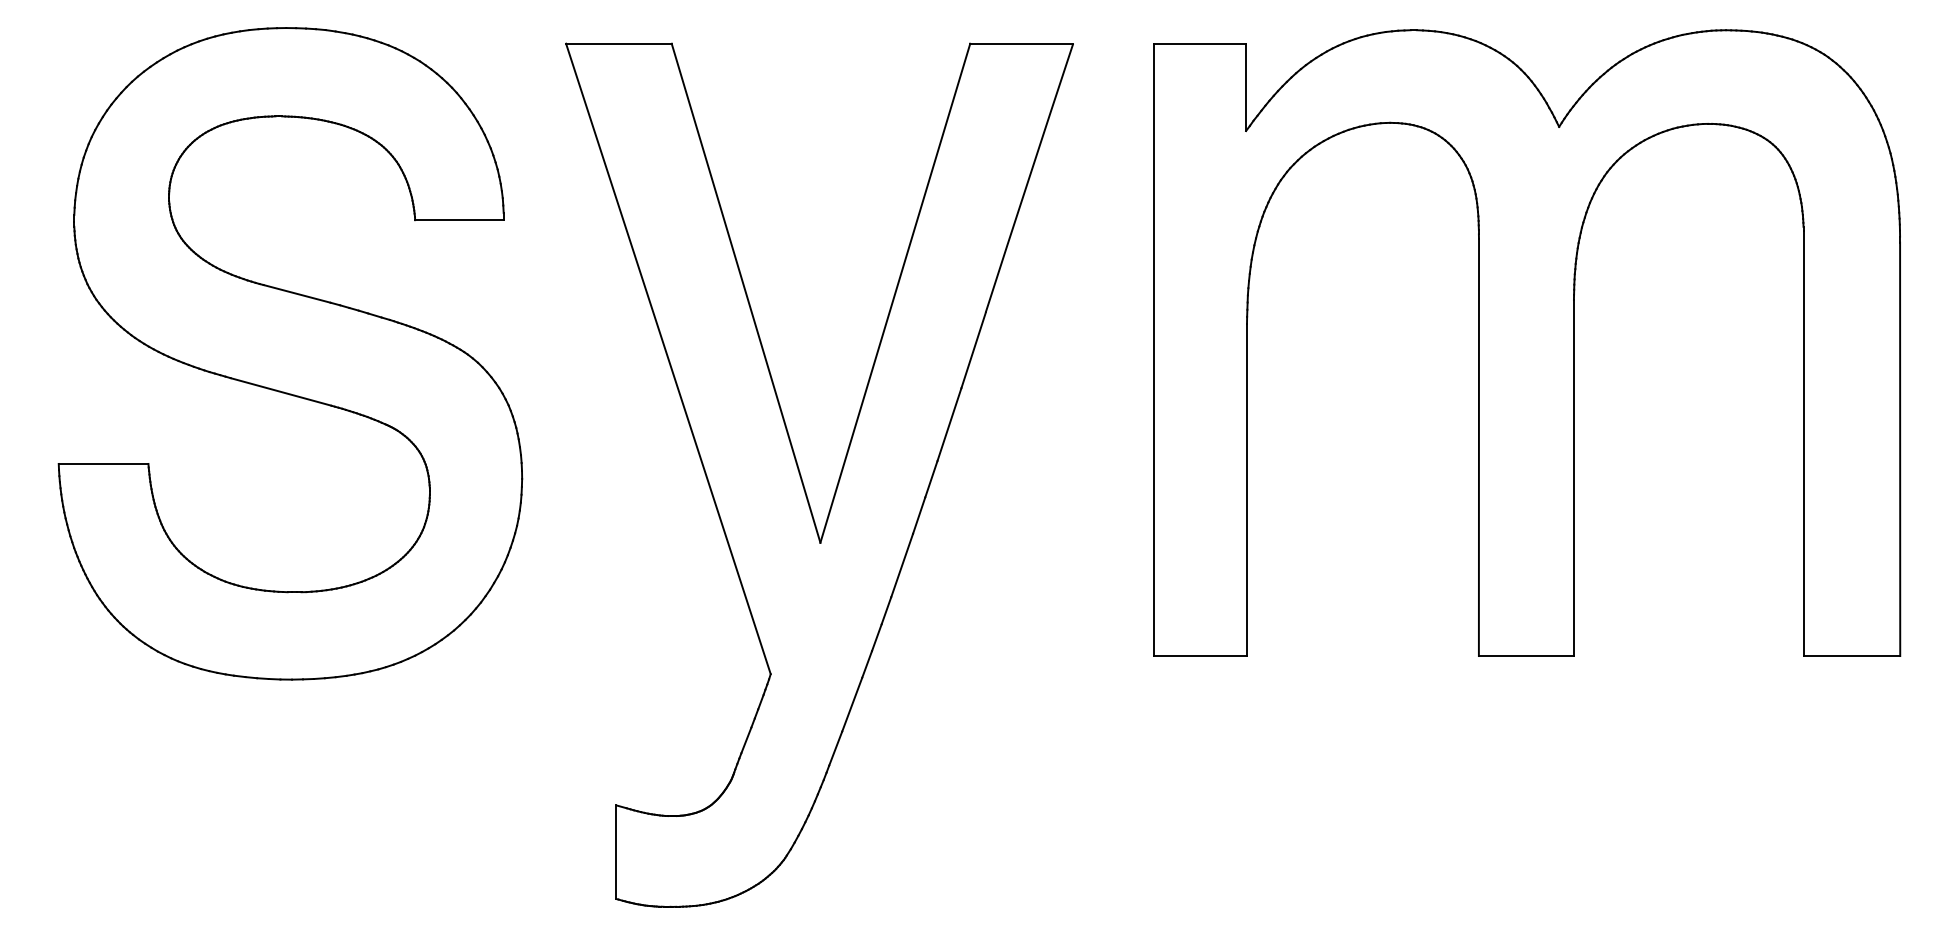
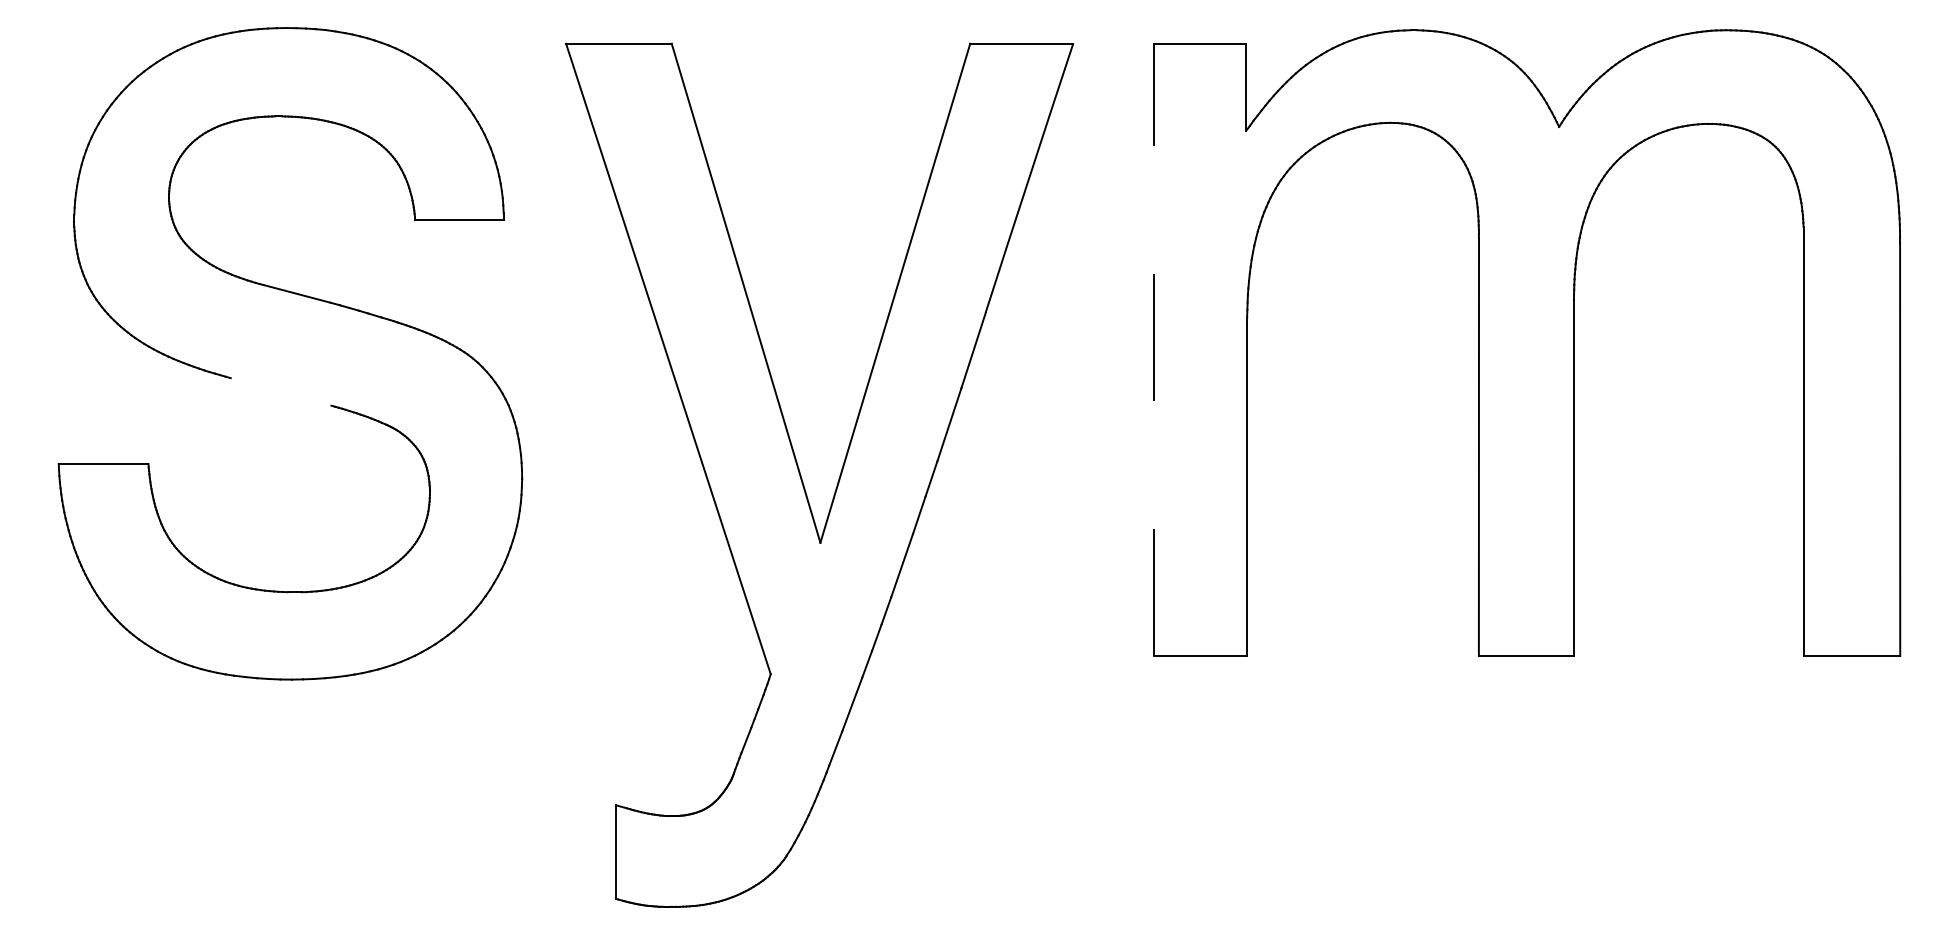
line at (1153, 349): solid -> dashed
line at (280, 391): present -> none
